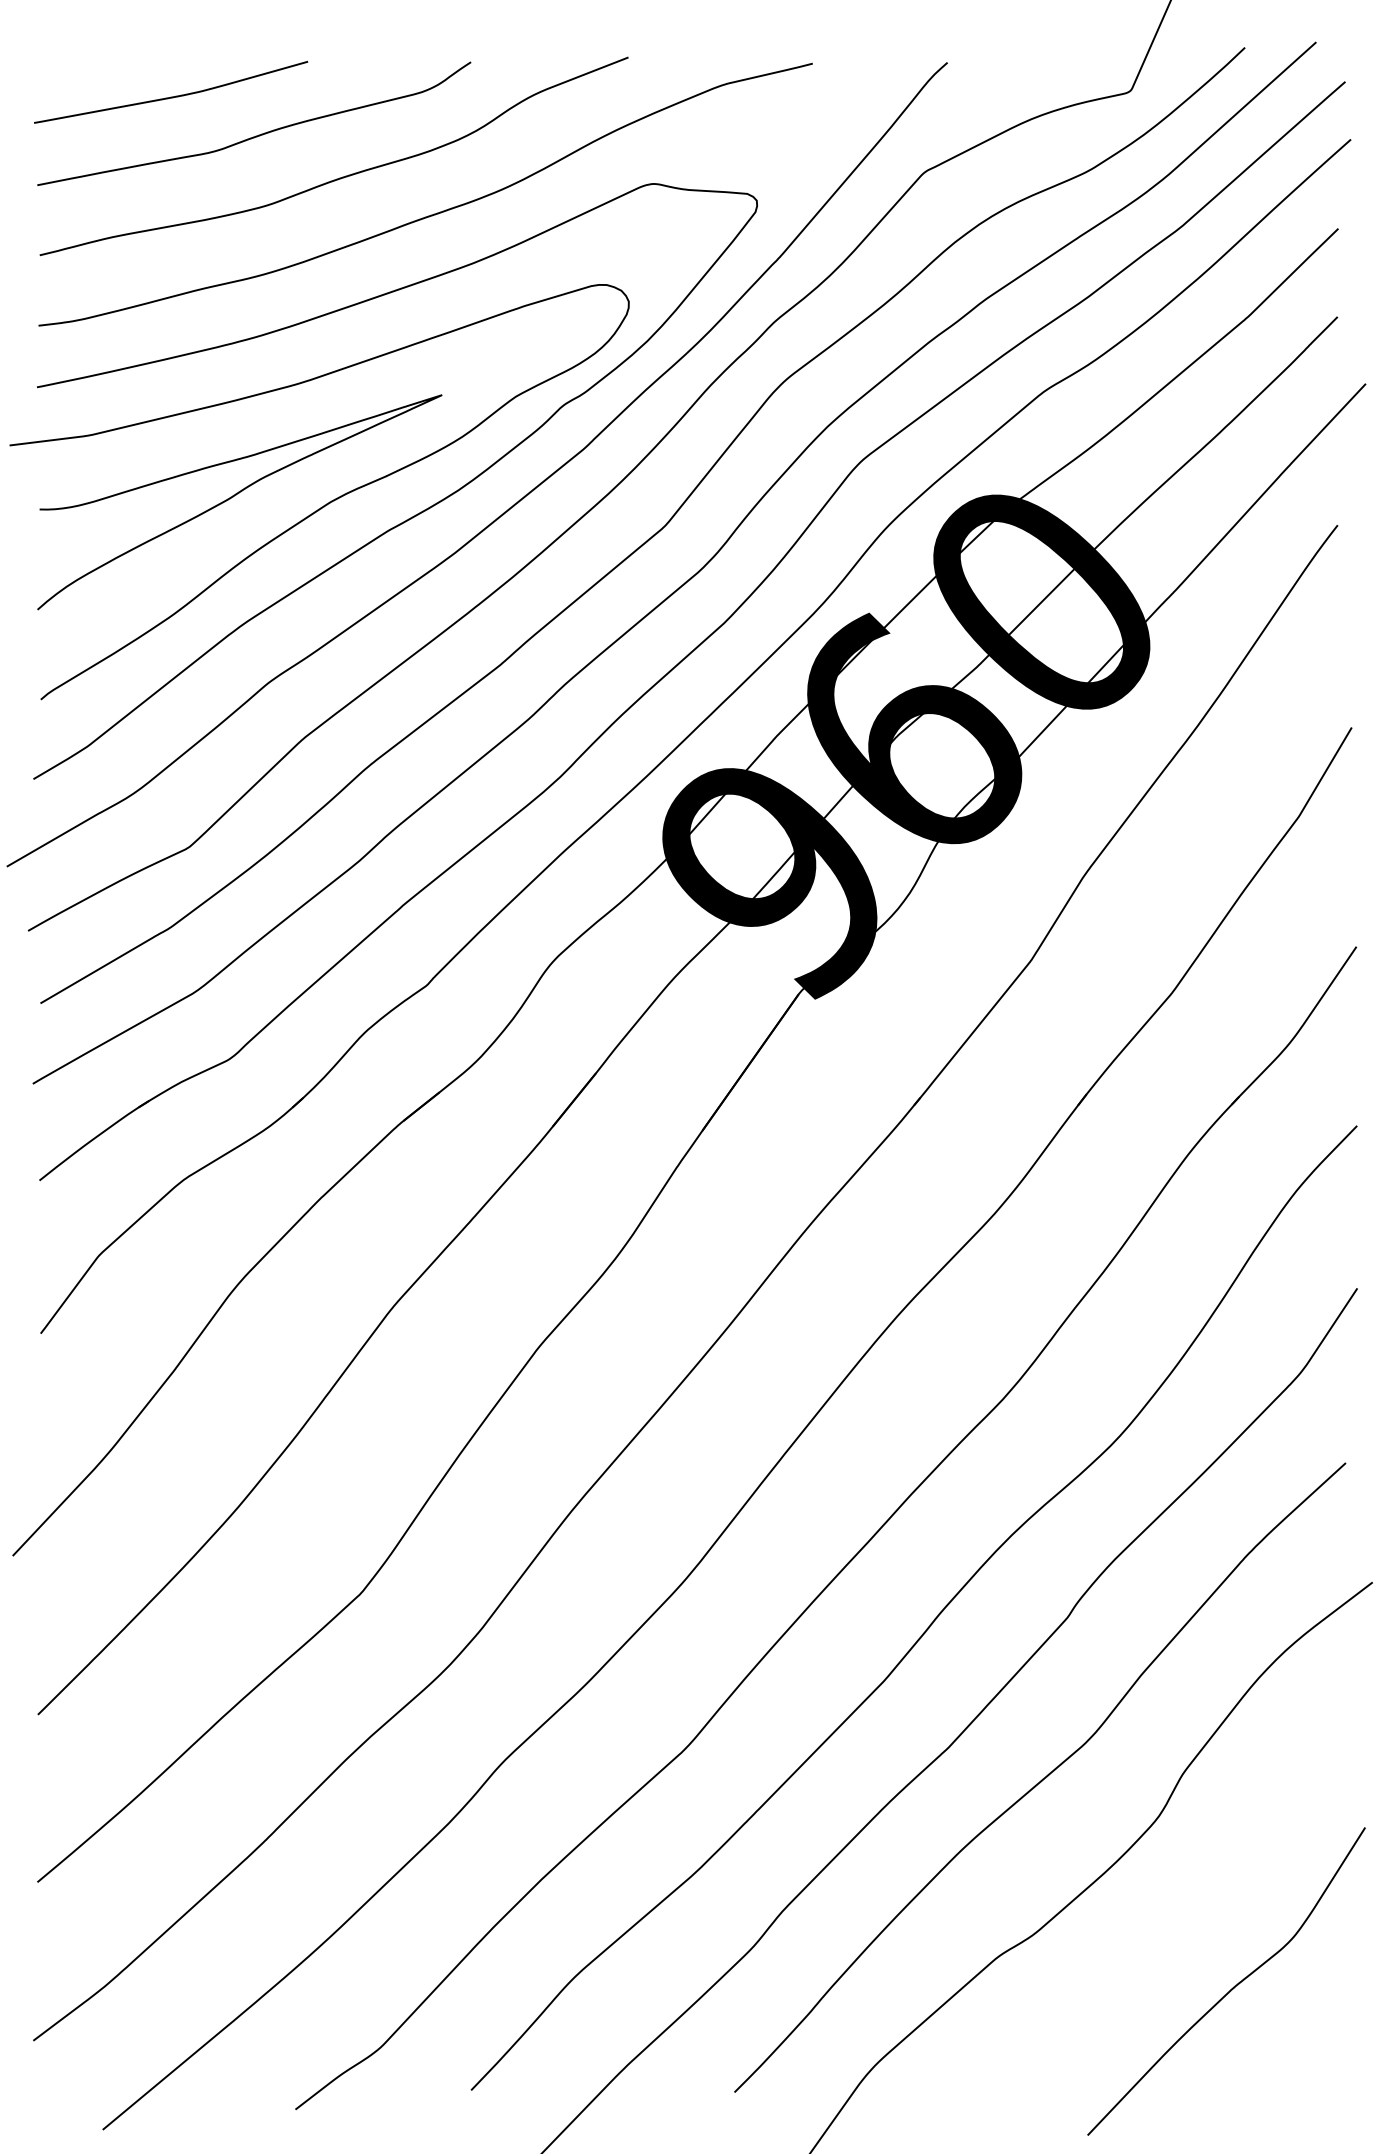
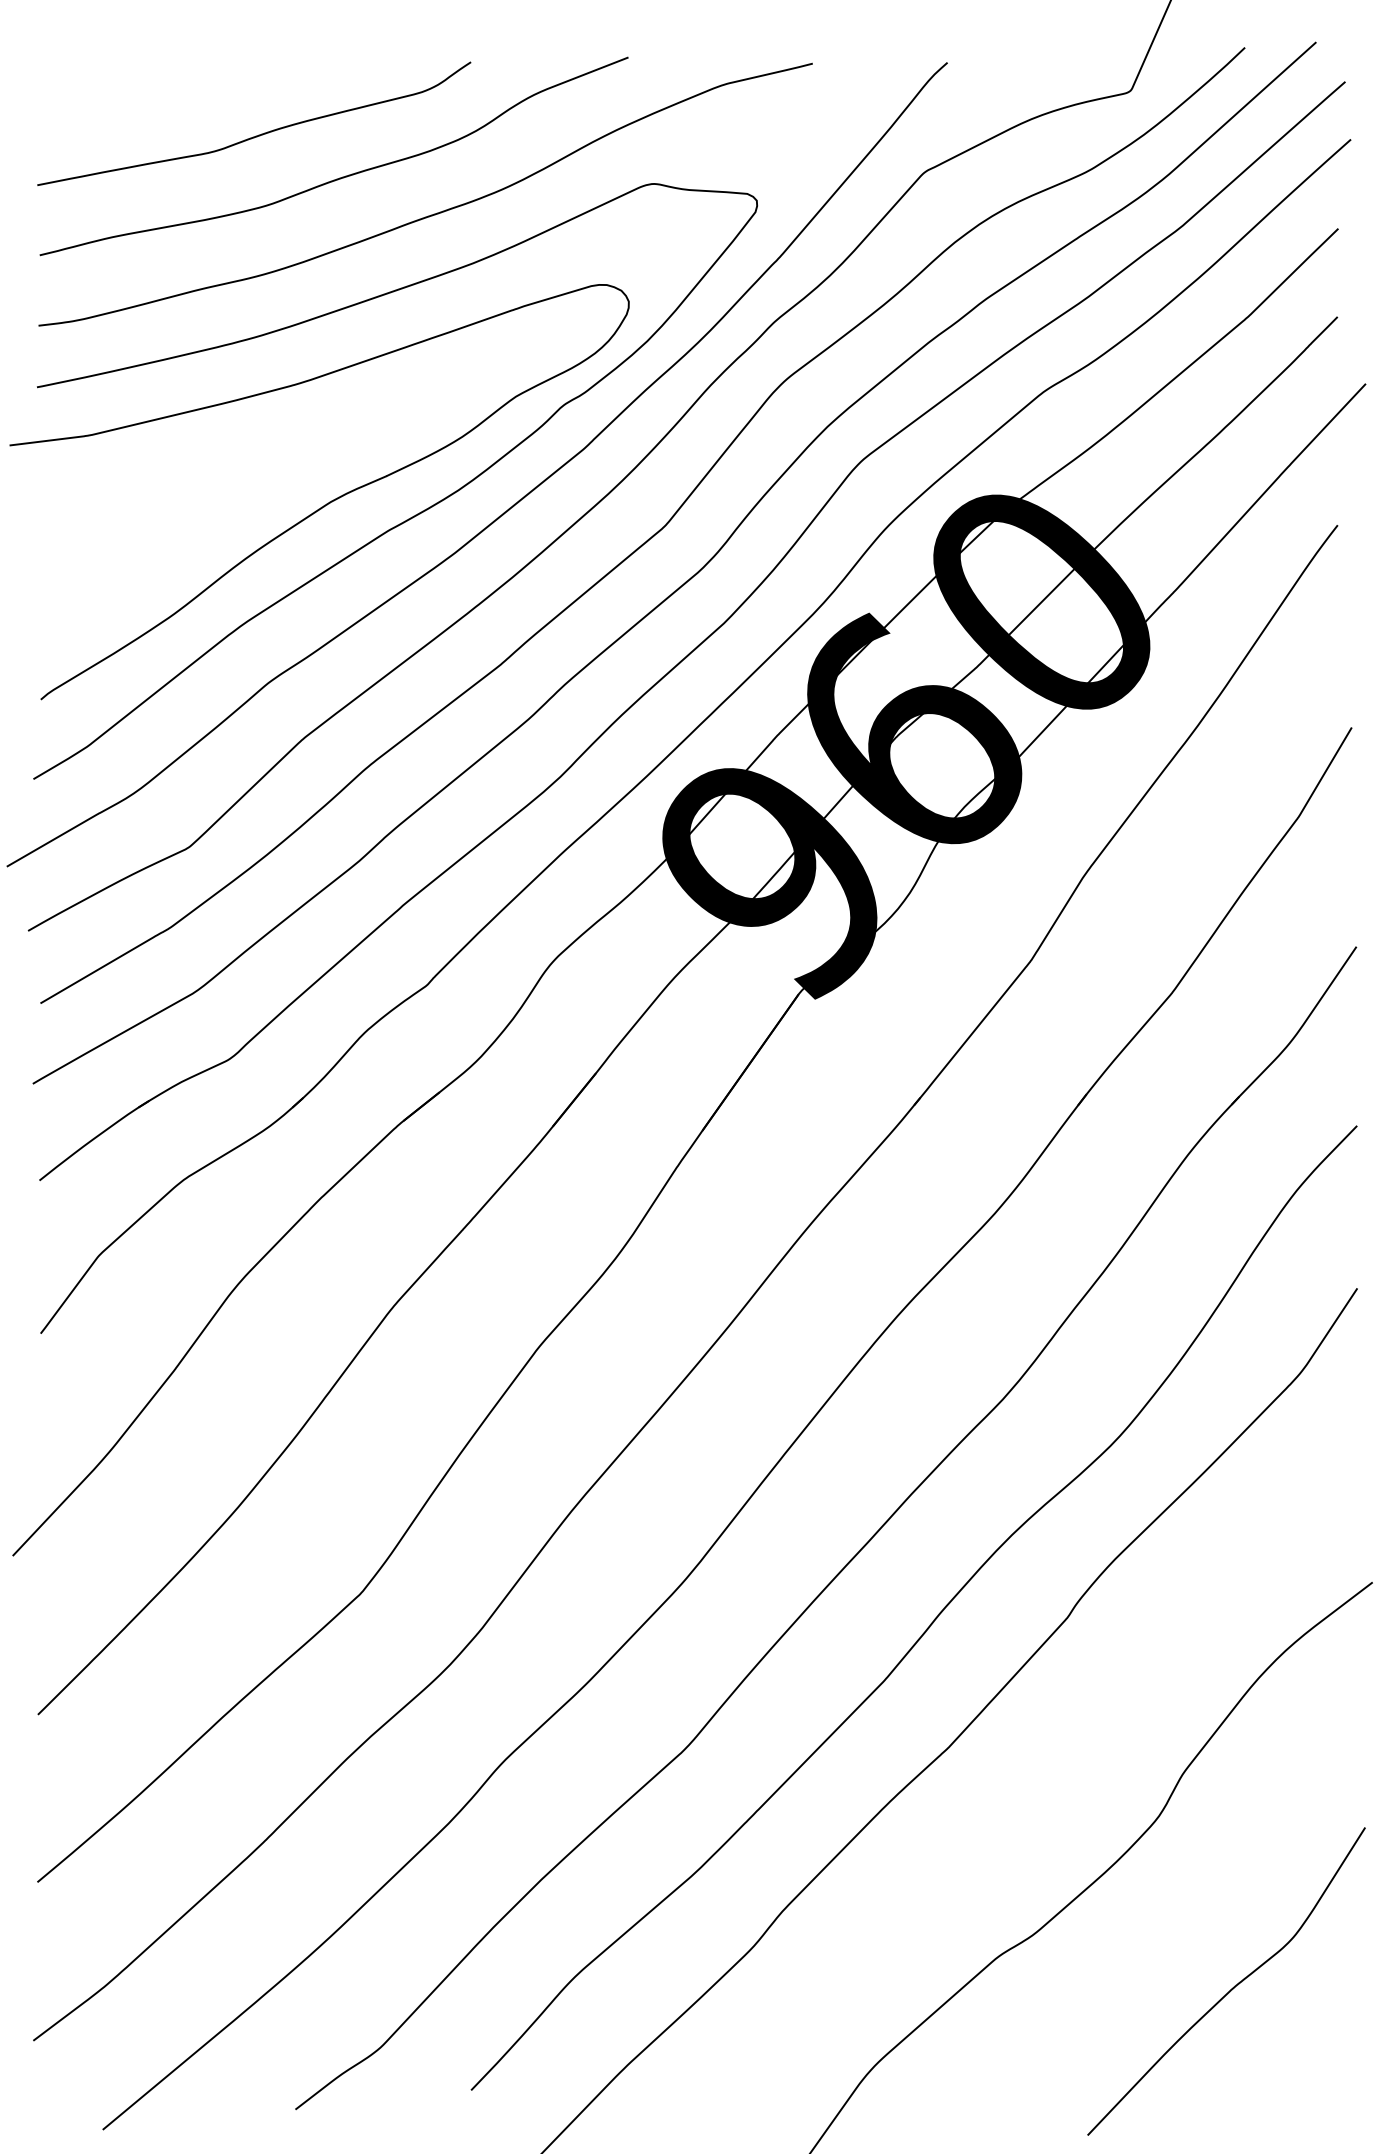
curve at (171, 96): present -> none
curve at (236, 495): present -> none
curve at (1042, 1778): present -> none
